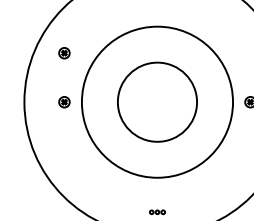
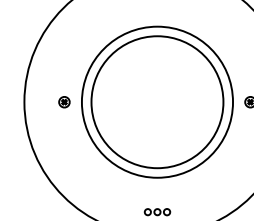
part at (64, 53): present -> none
circle at (157, 101) diameter: 79 px -> 132 px
part at (157, 212) size: 17x7 px -> 29x9 px
